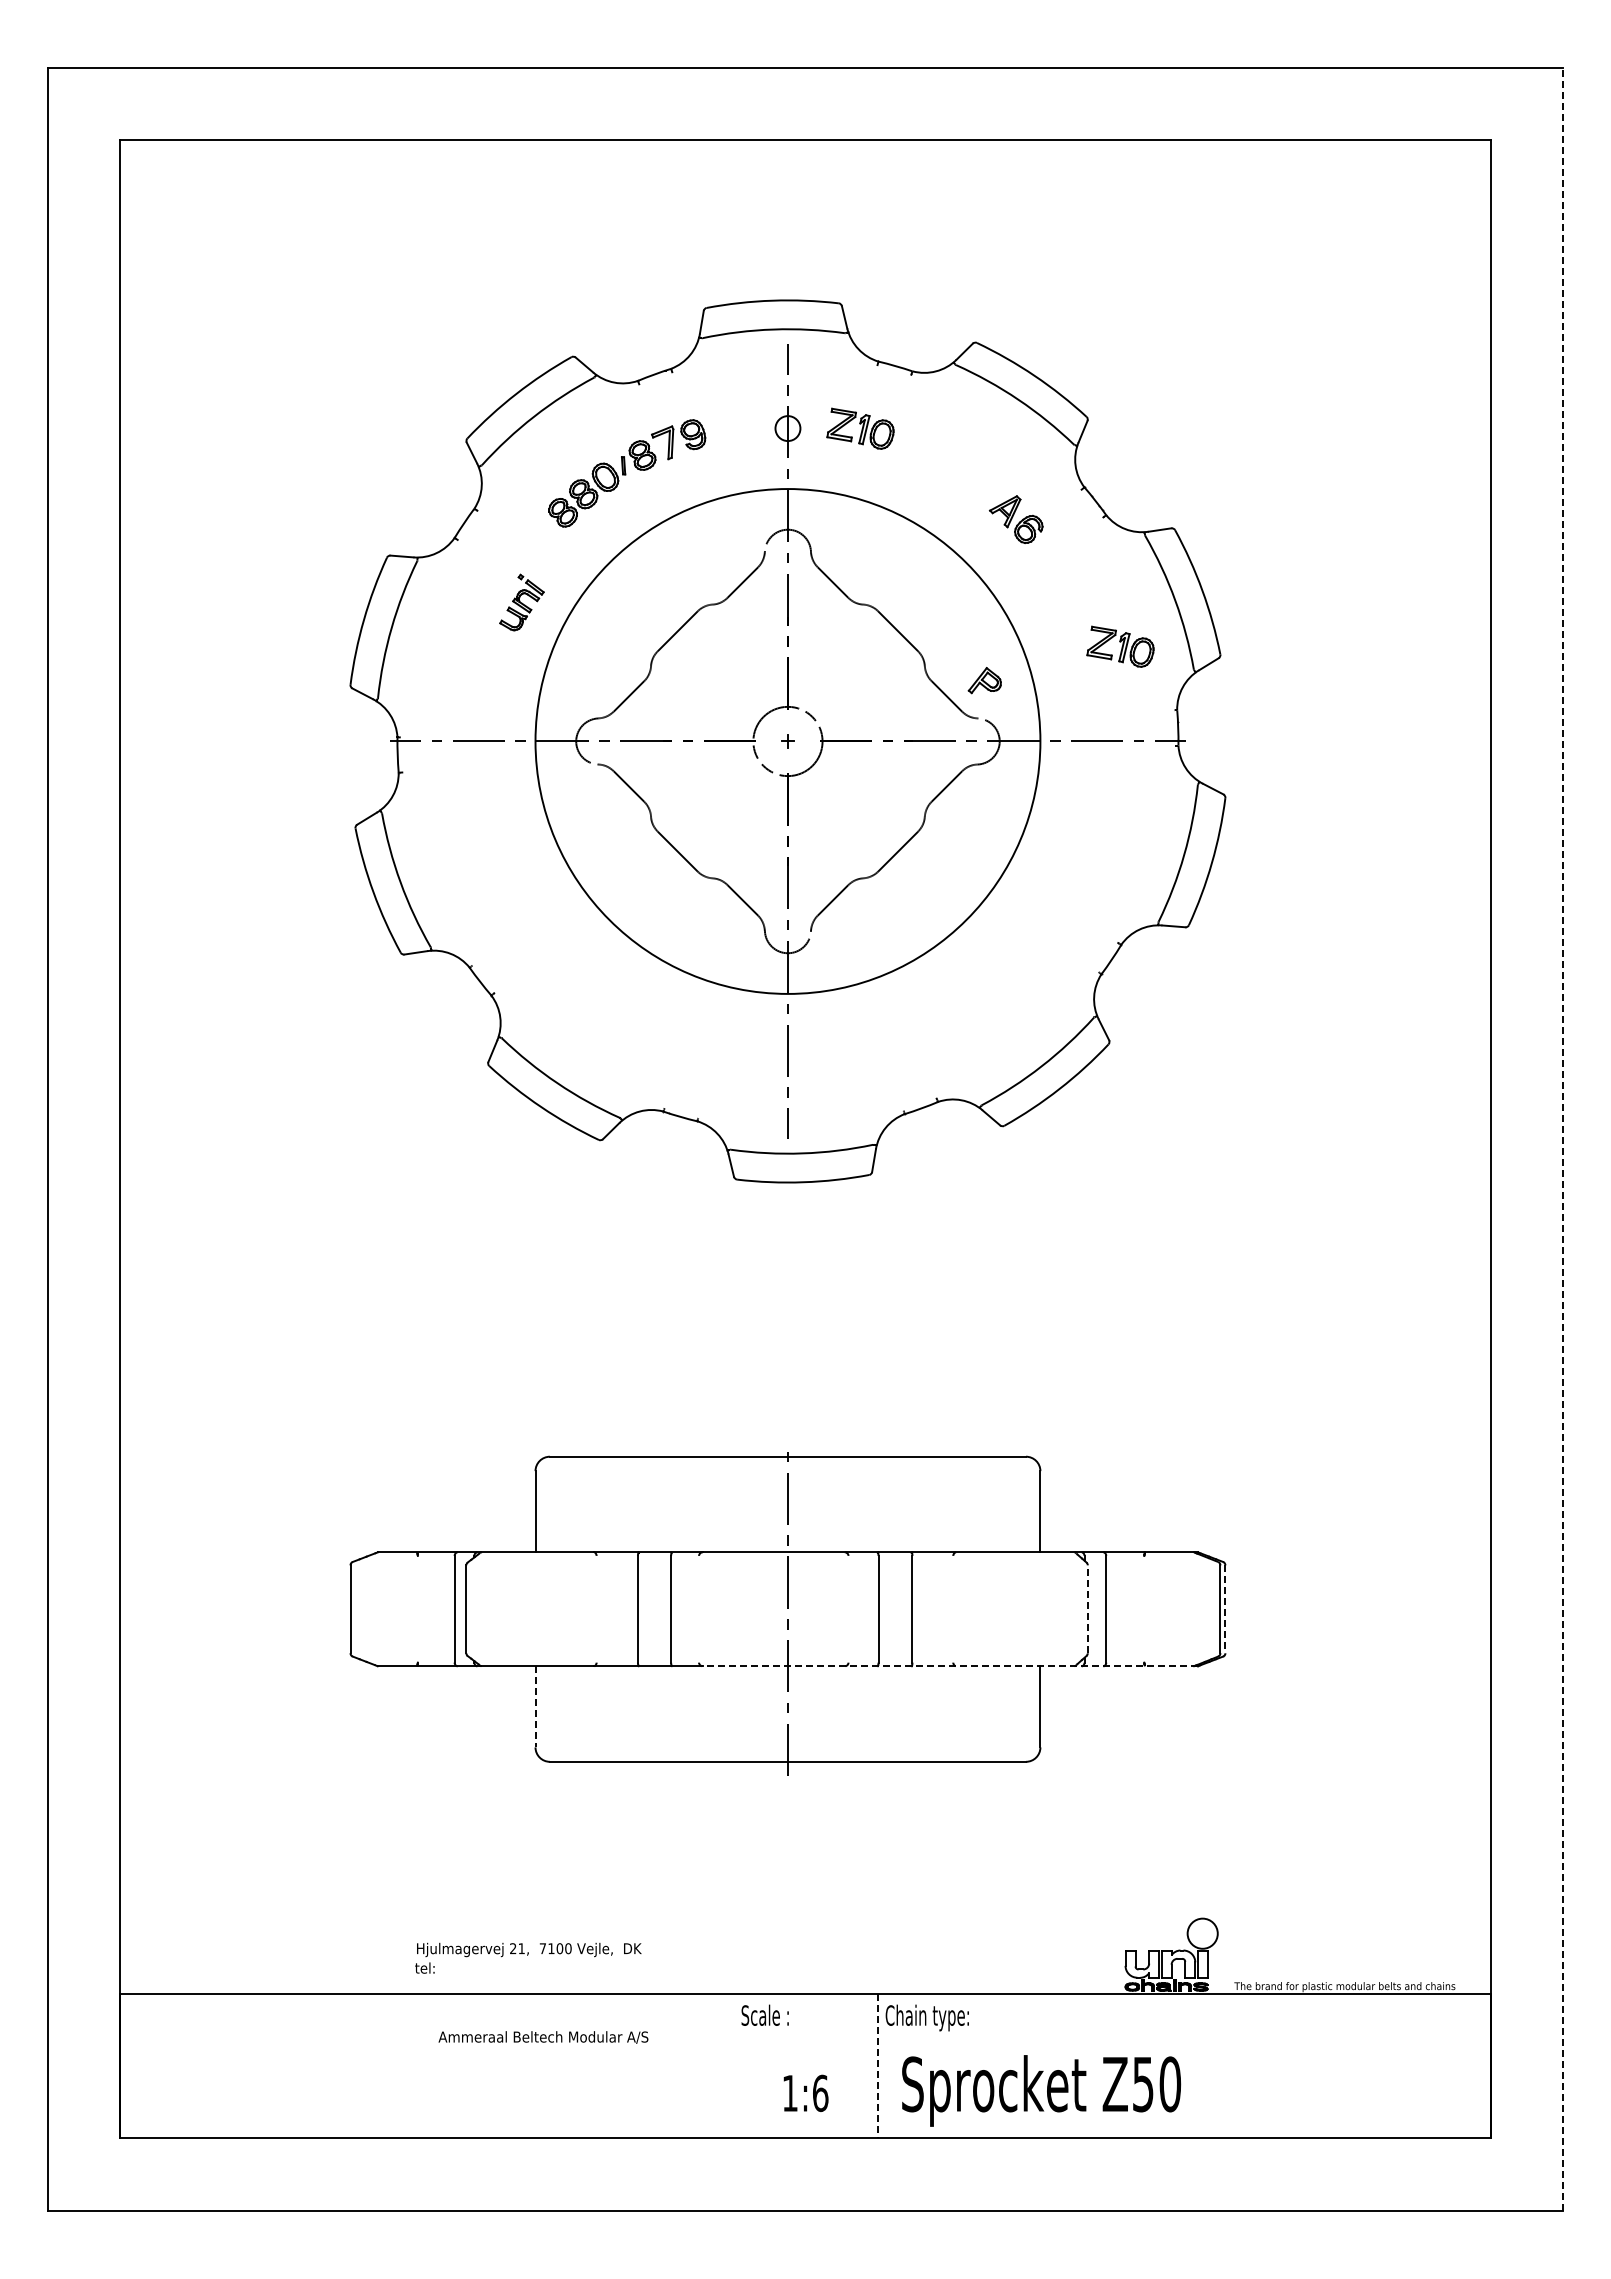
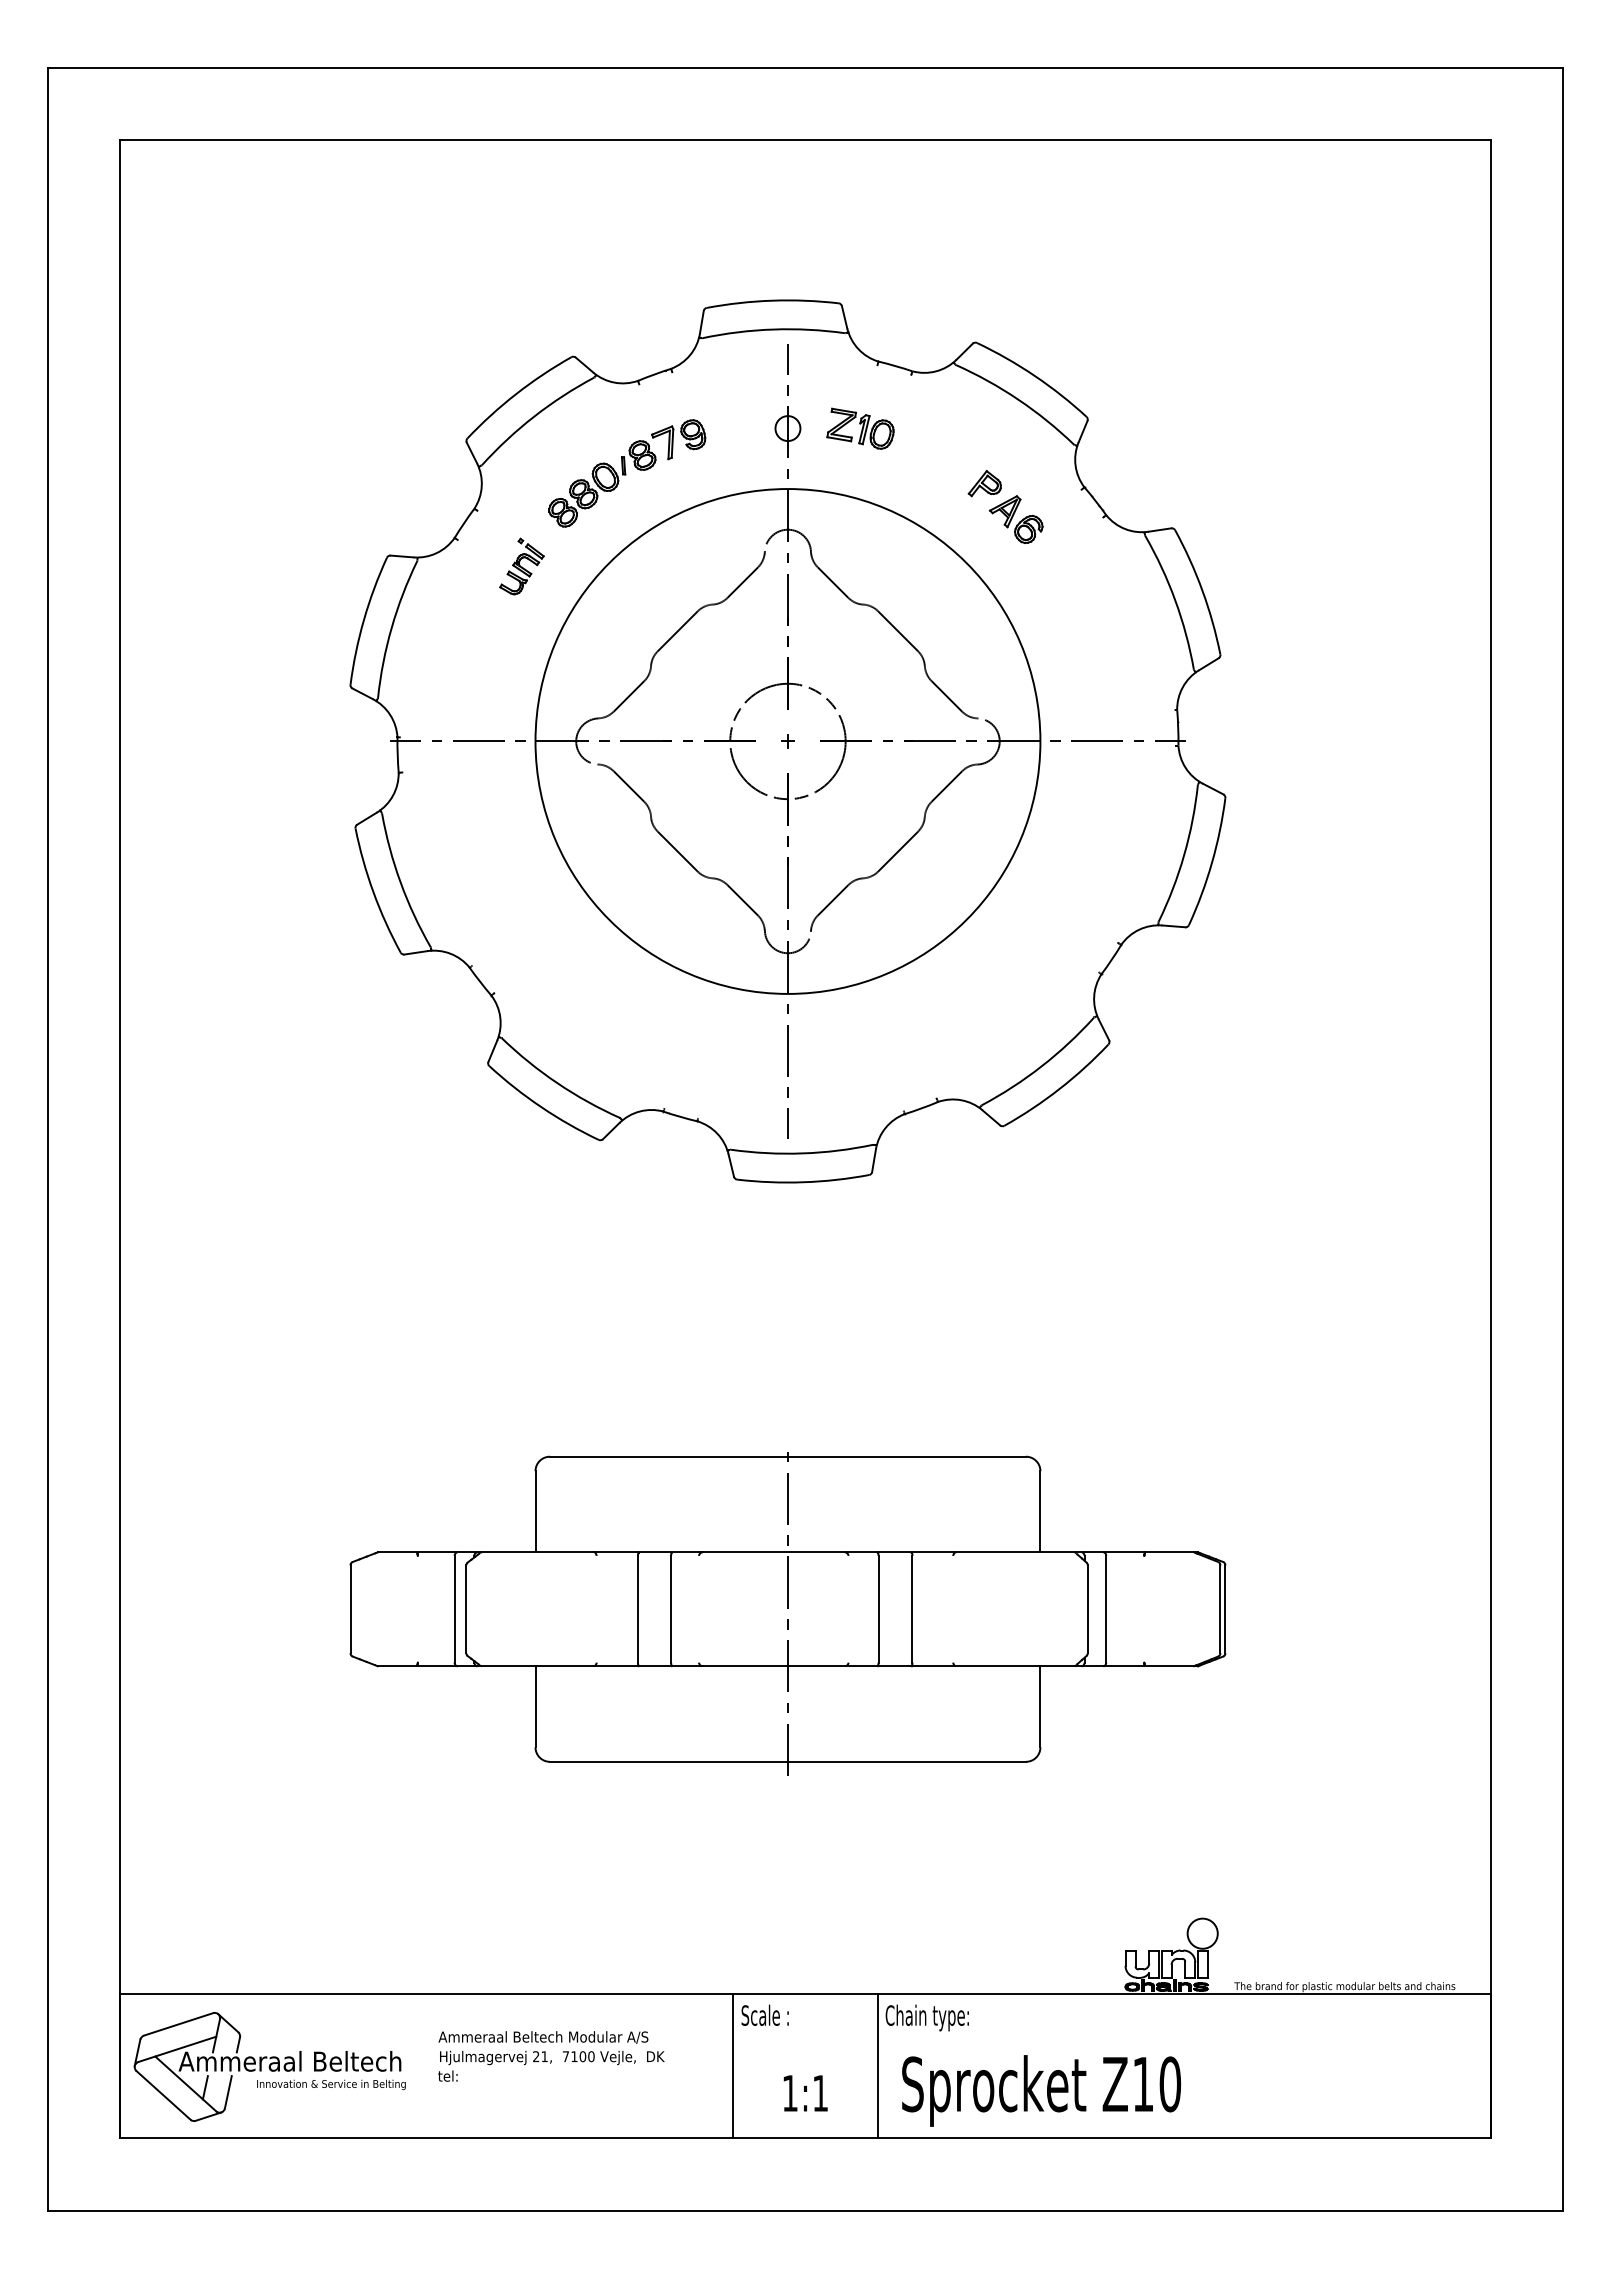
part at (521, 602) position: (521, 602) -> (521, 566)
part at (1120, 646): present -> none
part at (984, 680) position: (984, 680) -> (984, 483)
circle at (787, 741) diameter: 69 px -> 115 px
line at (1562, 1139): dashed -> solid
line at (1087, 1609): dashed -> solid
line at (1225, 1609): dashed -> solid
line at (950, 1666): dashed -> solid
line at (535, 1706): dashed -> solid
text at (528, 1957) position: (528, 1957) -> (551, 2065)
part at (269, 2066): none -> present
line at (733, 2066): none -> present
line at (877, 2066): dashed -> solid
text at (1143, 2084): Z50 -> Z10
text at (820, 2093): 1:6 -> 1:1
